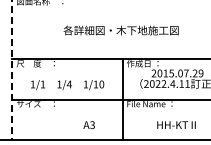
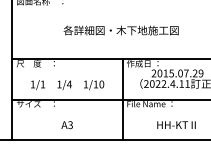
line at (12, 70): dashed -> solid
text at (88, 125) position: (88, 125) -> (66, 125)
